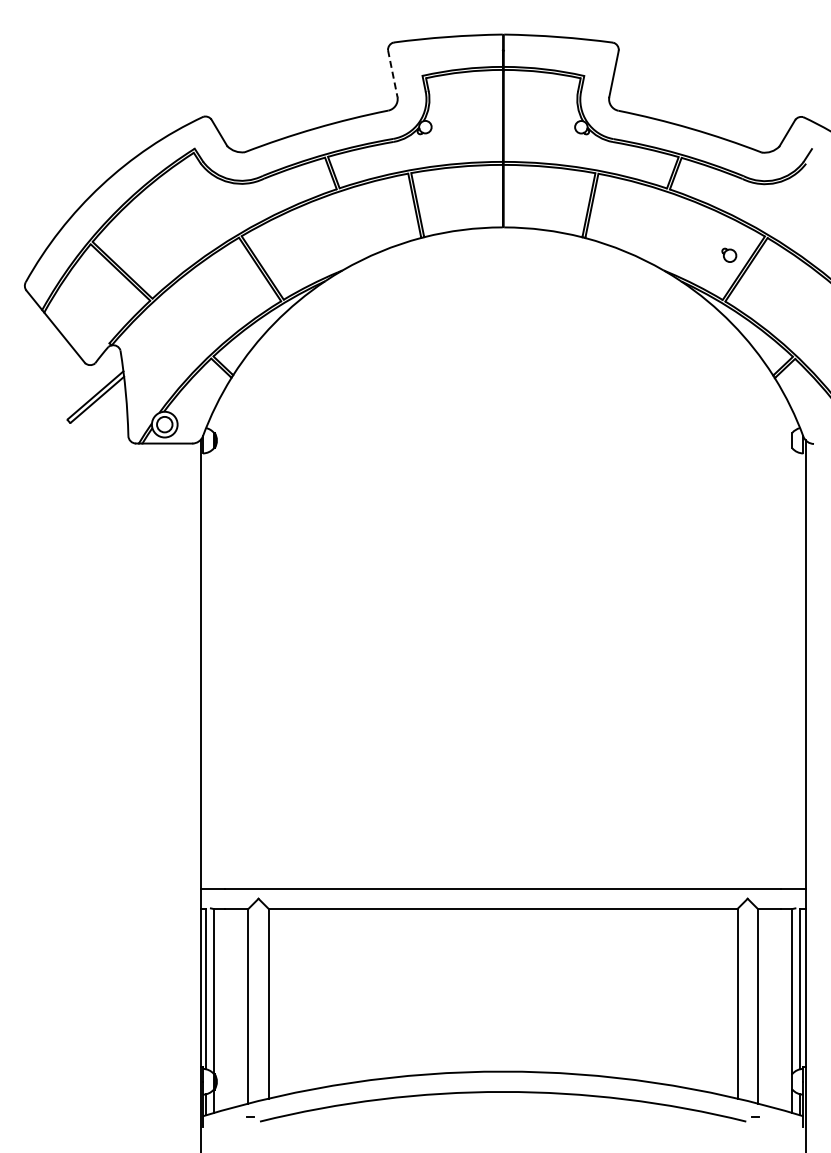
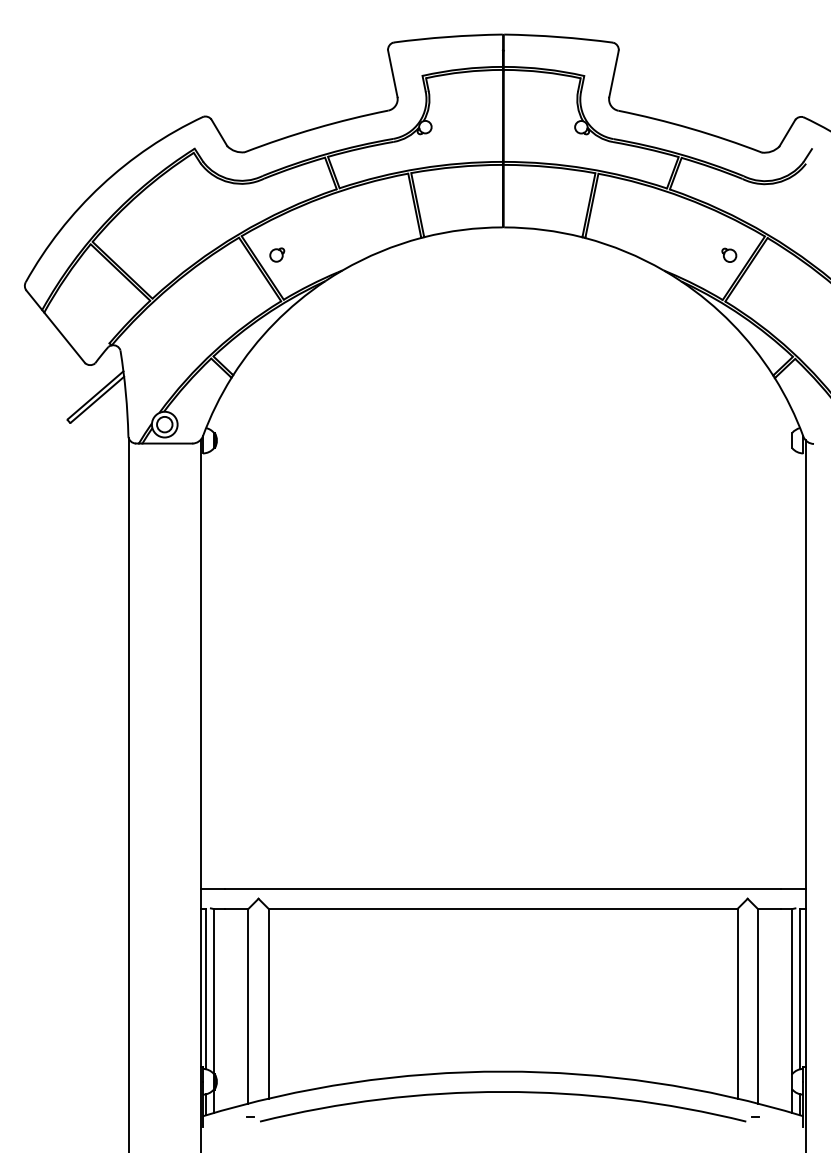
line at (392, 73): dashed -> solid
part at (277, 254): none -> present
line at (128, 793): none -> present
